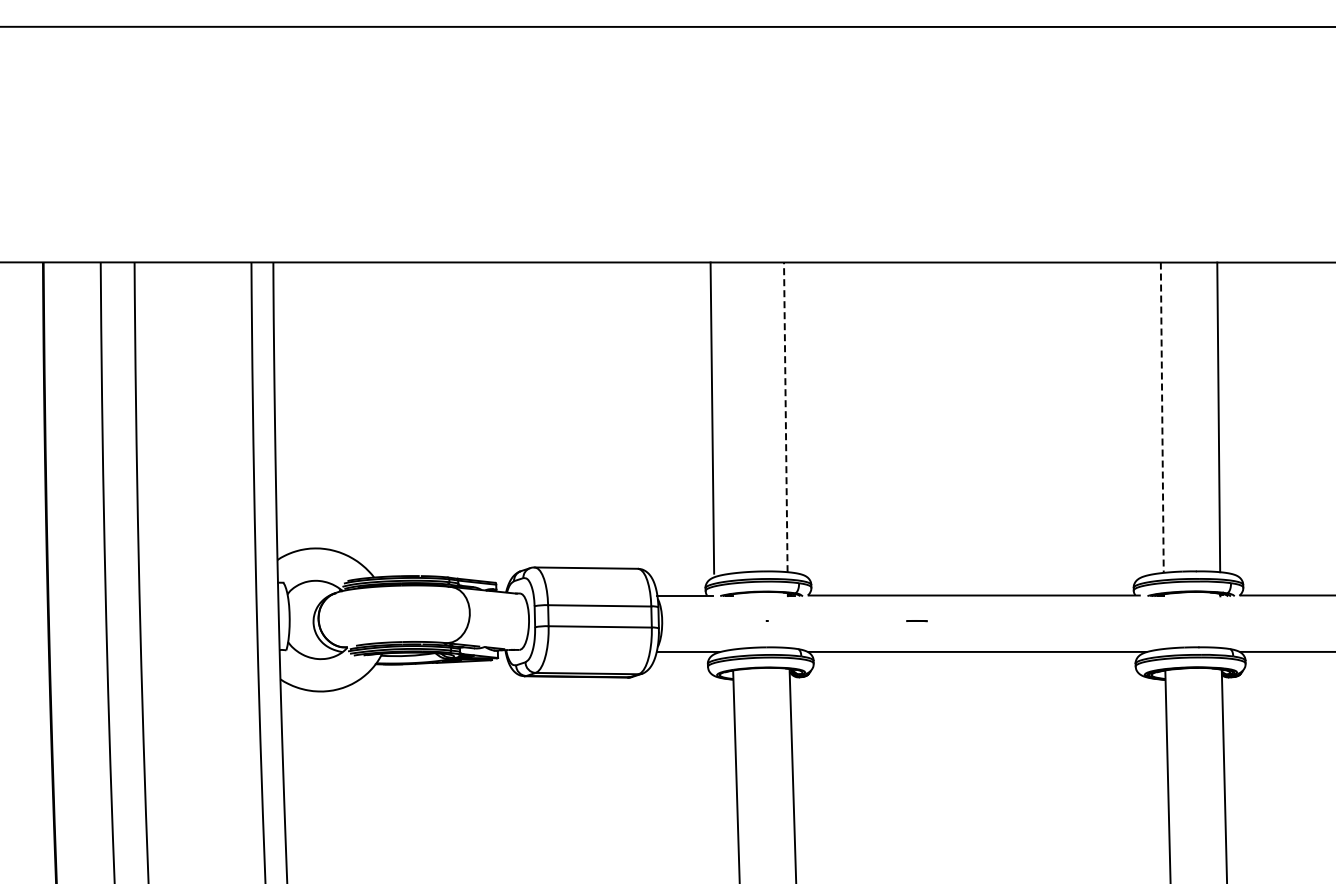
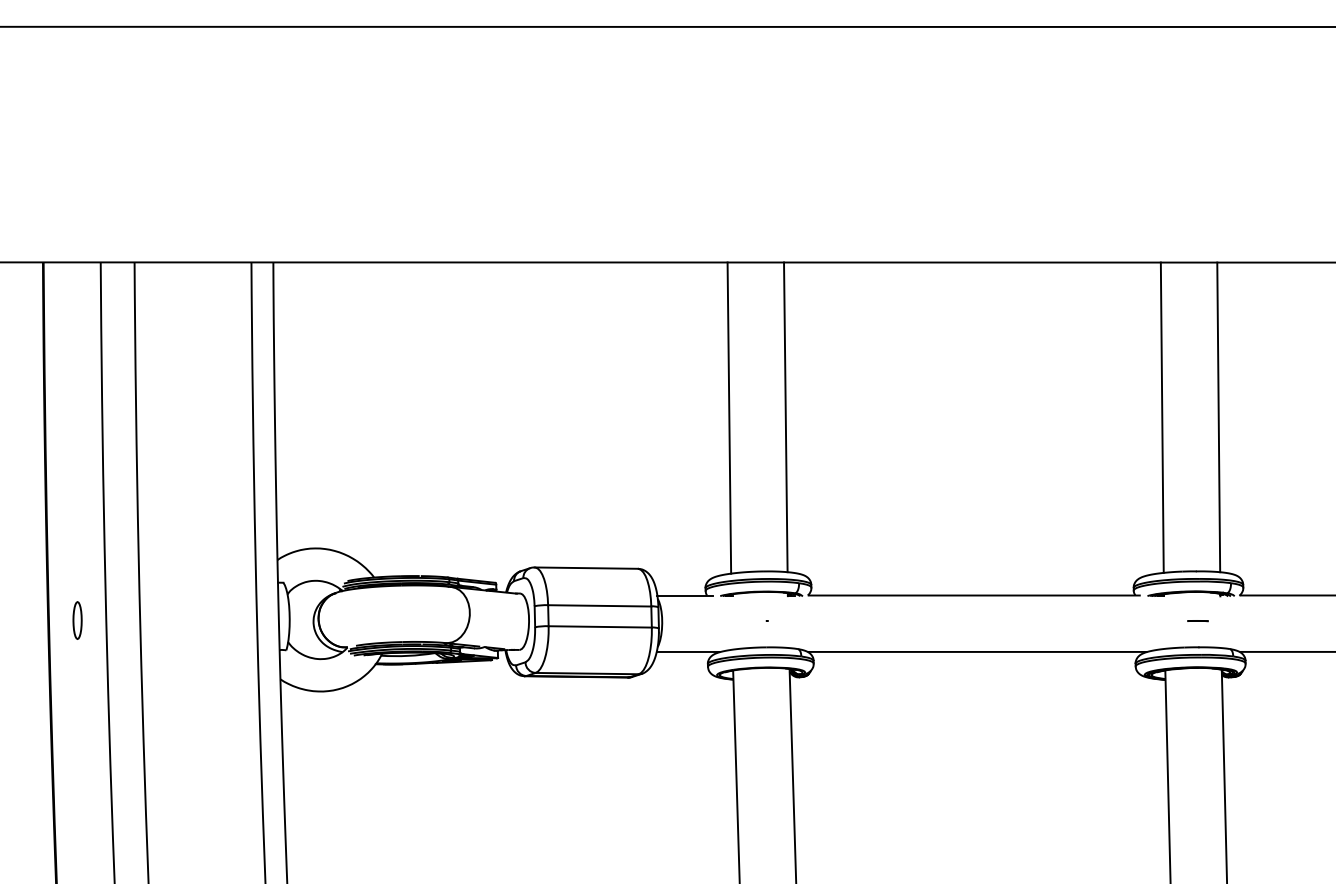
line at (712, 417) position: (712, 417) -> (729, 417)
line at (785, 417): dashed -> solid
line at (1162, 418): dashed -> solid
part at (77, 620): none -> present
line at (916, 621) position: (916, 621) -> (1197, 621)
